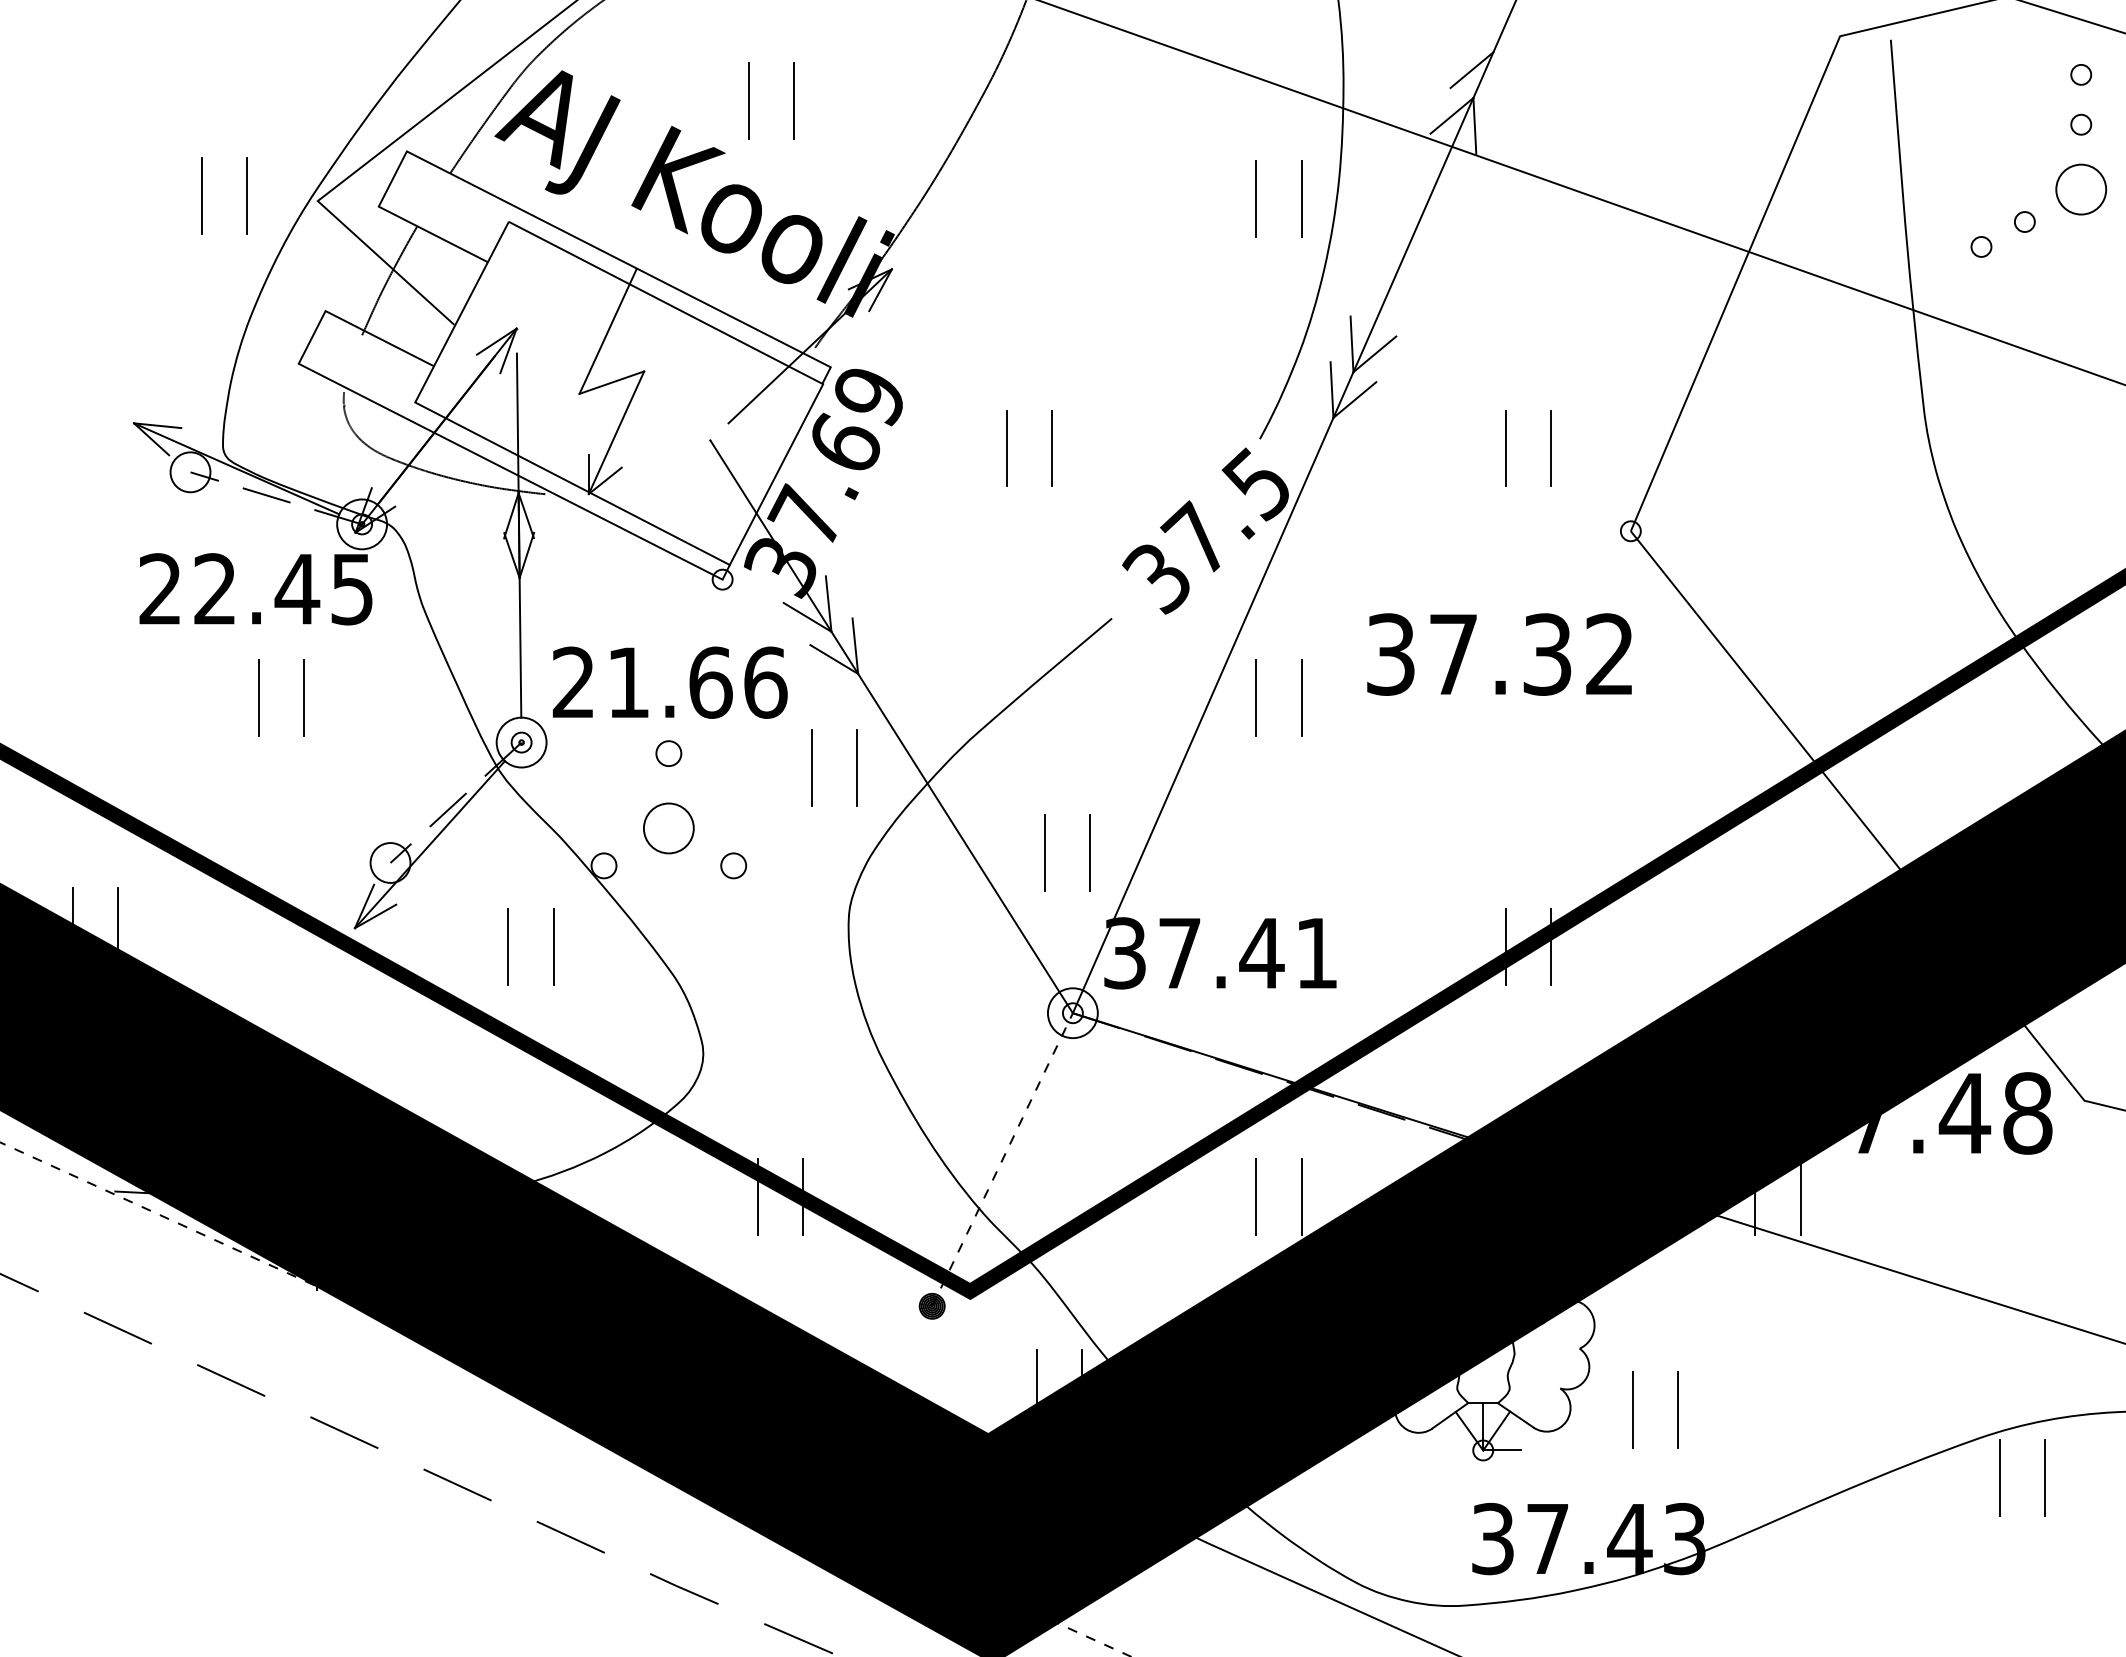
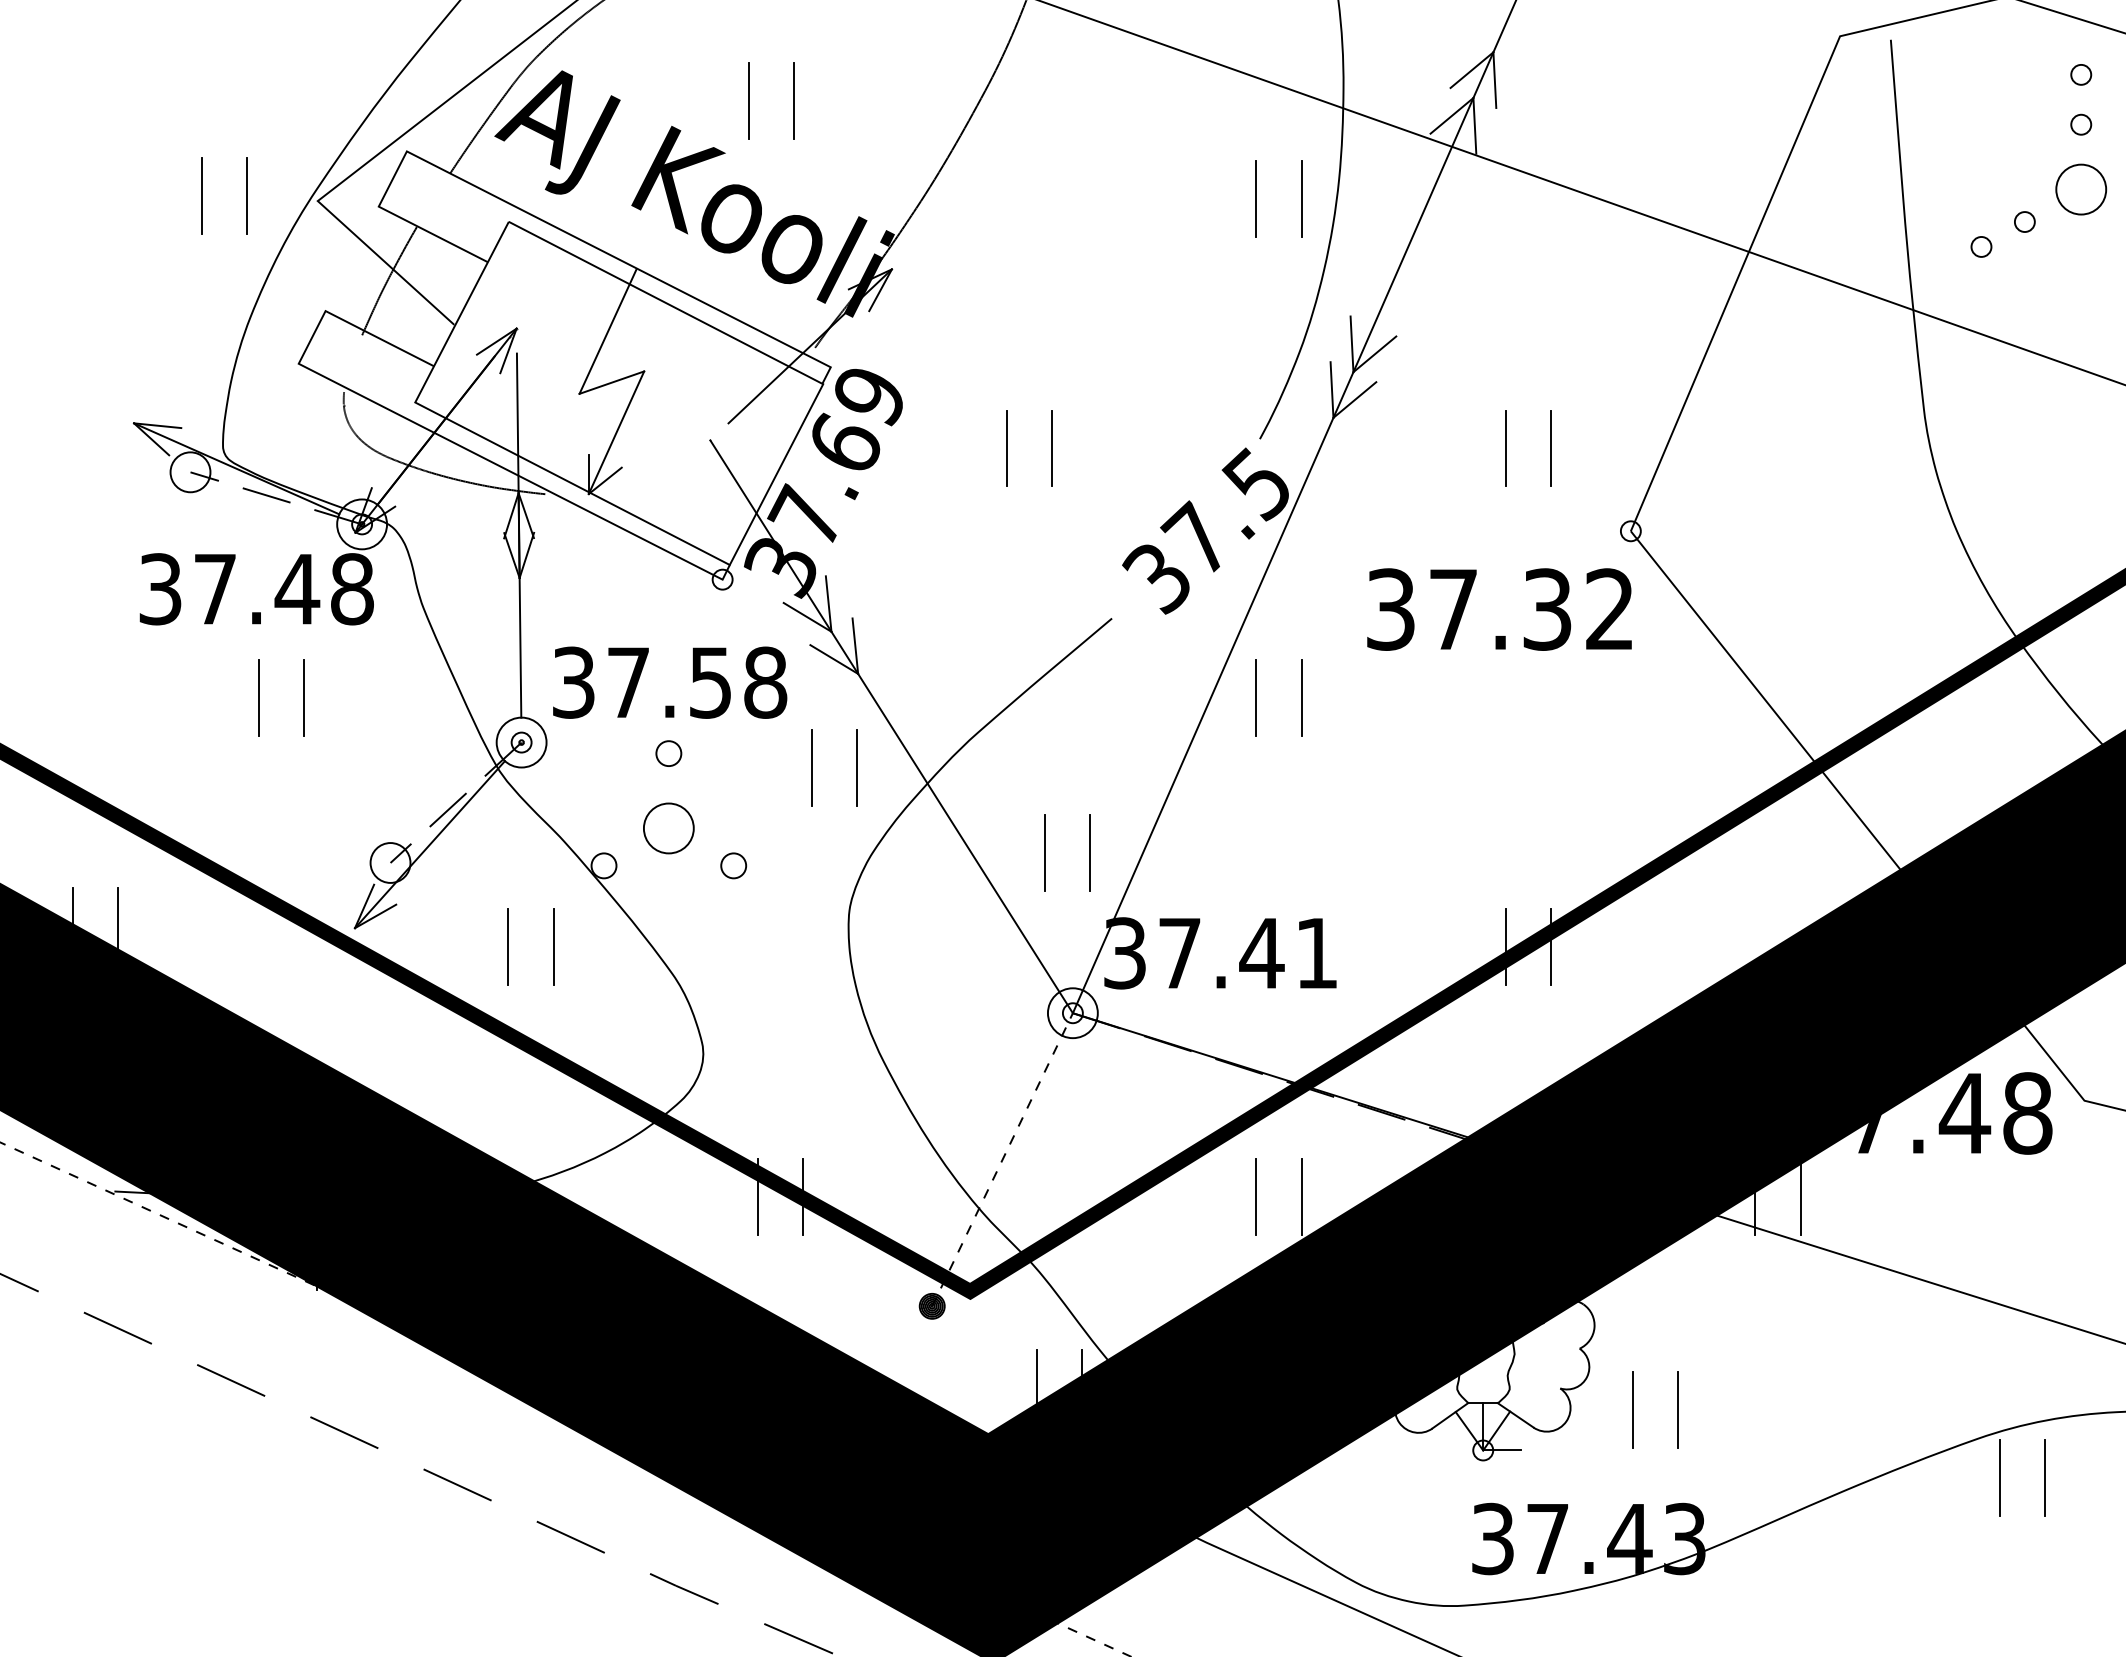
line at (1494, 80): none -> present
text at (256, 589): 22.45 -> 37.48
text at (1499, 654) position: (1499, 654) -> (1499, 609)
text at (669, 682): 21.66 -> 37.58
